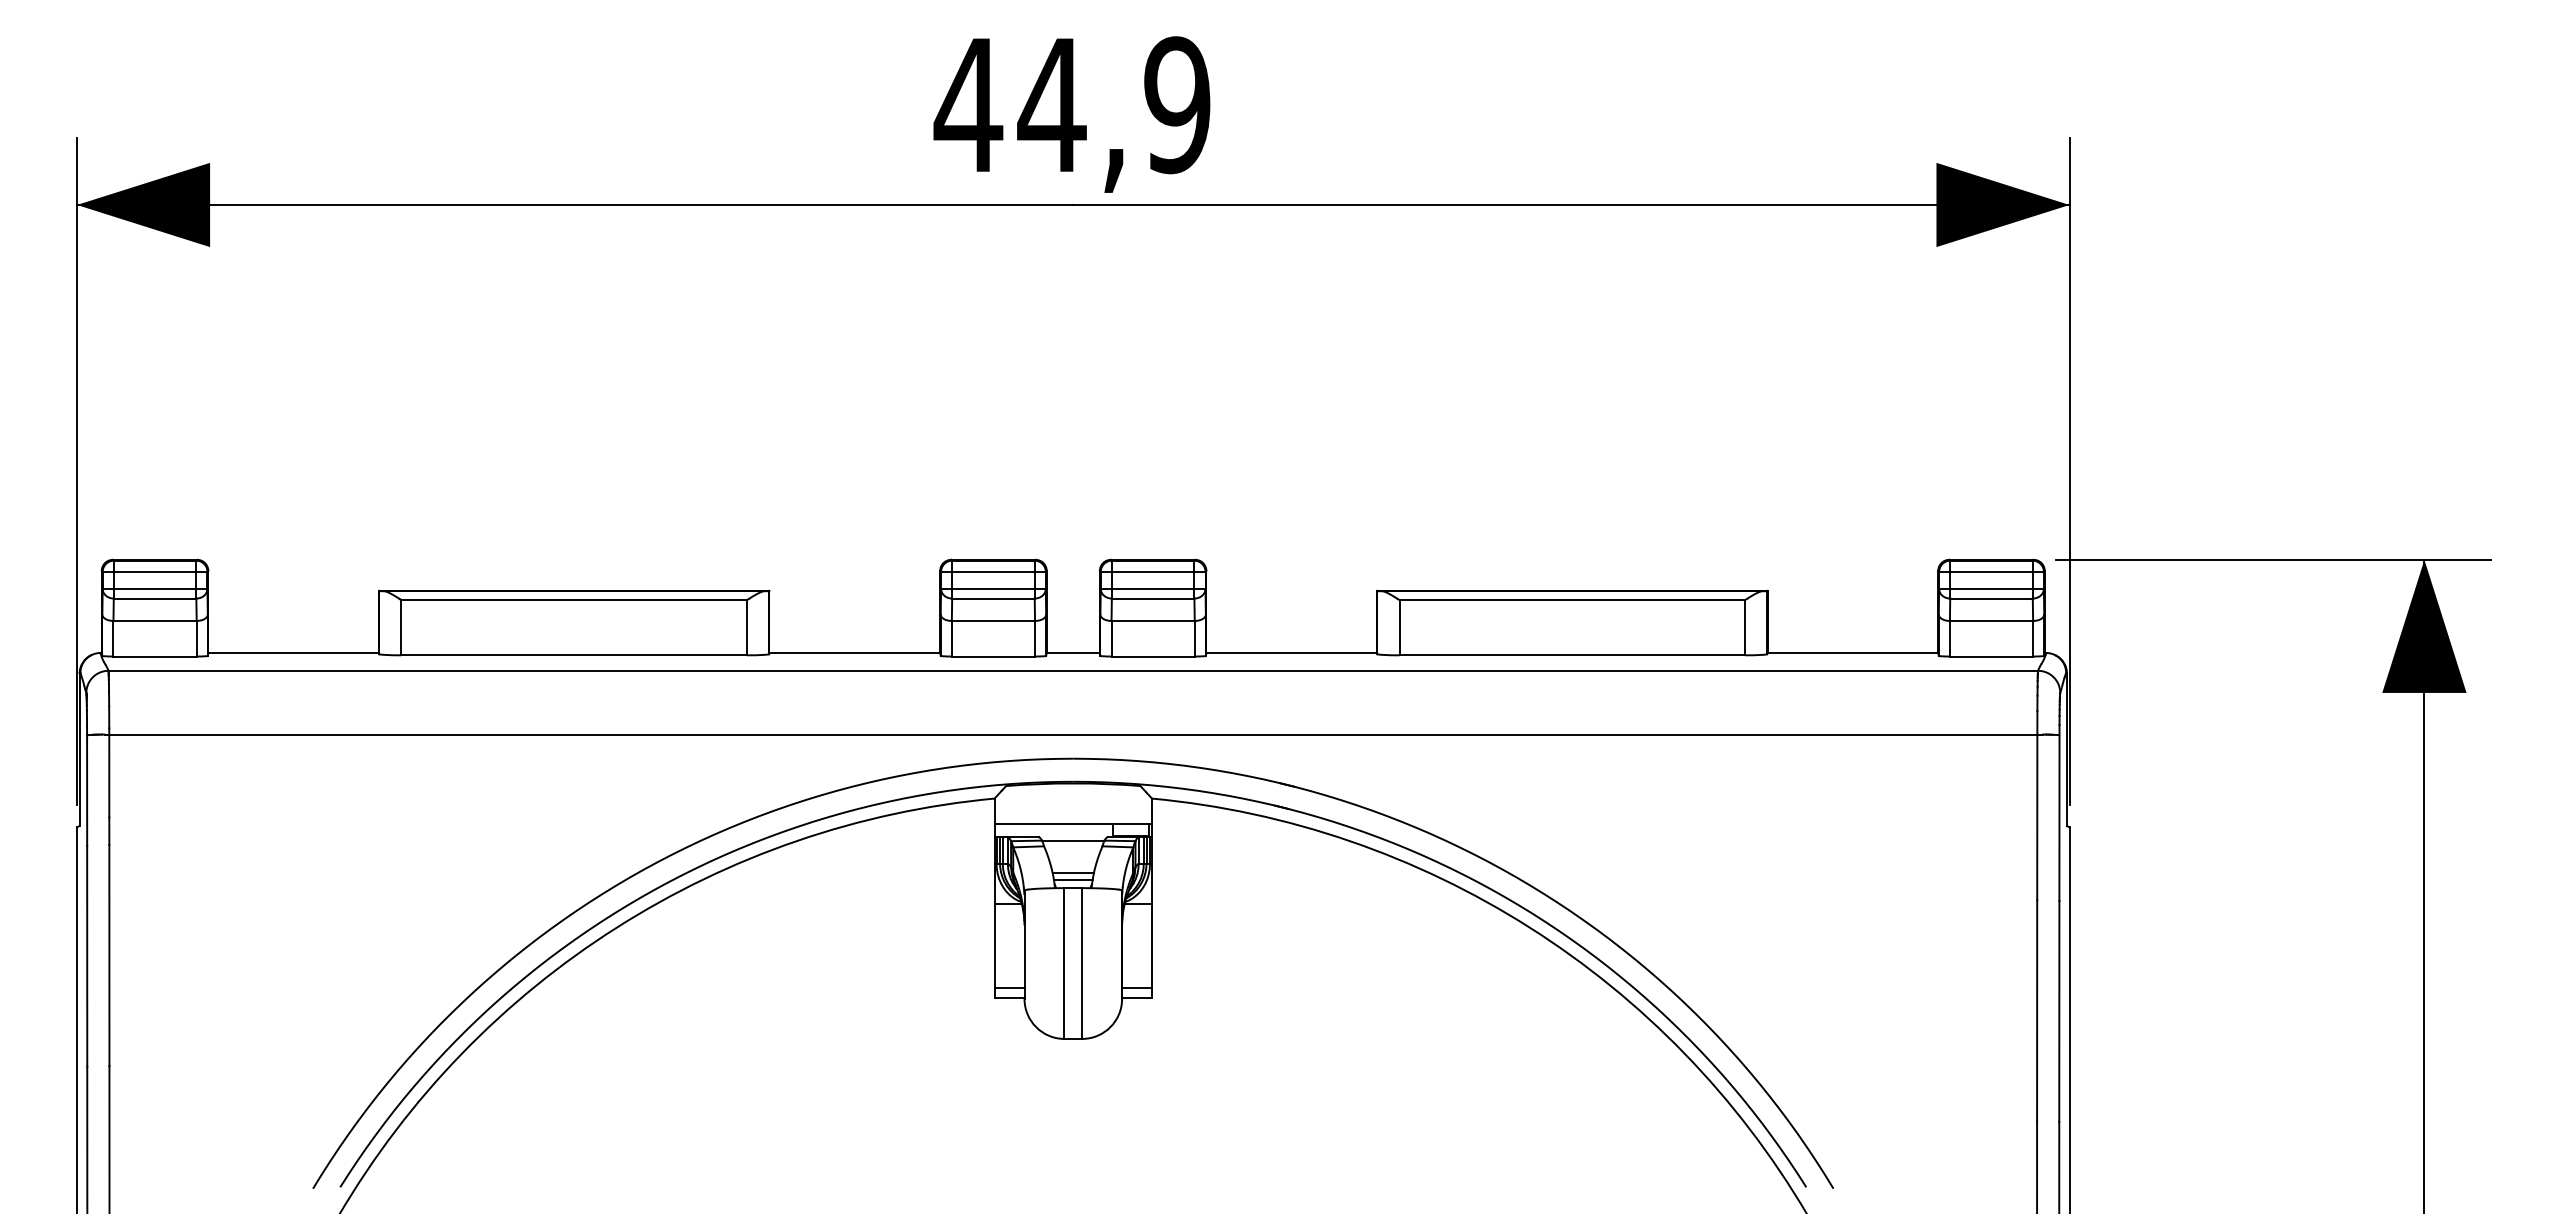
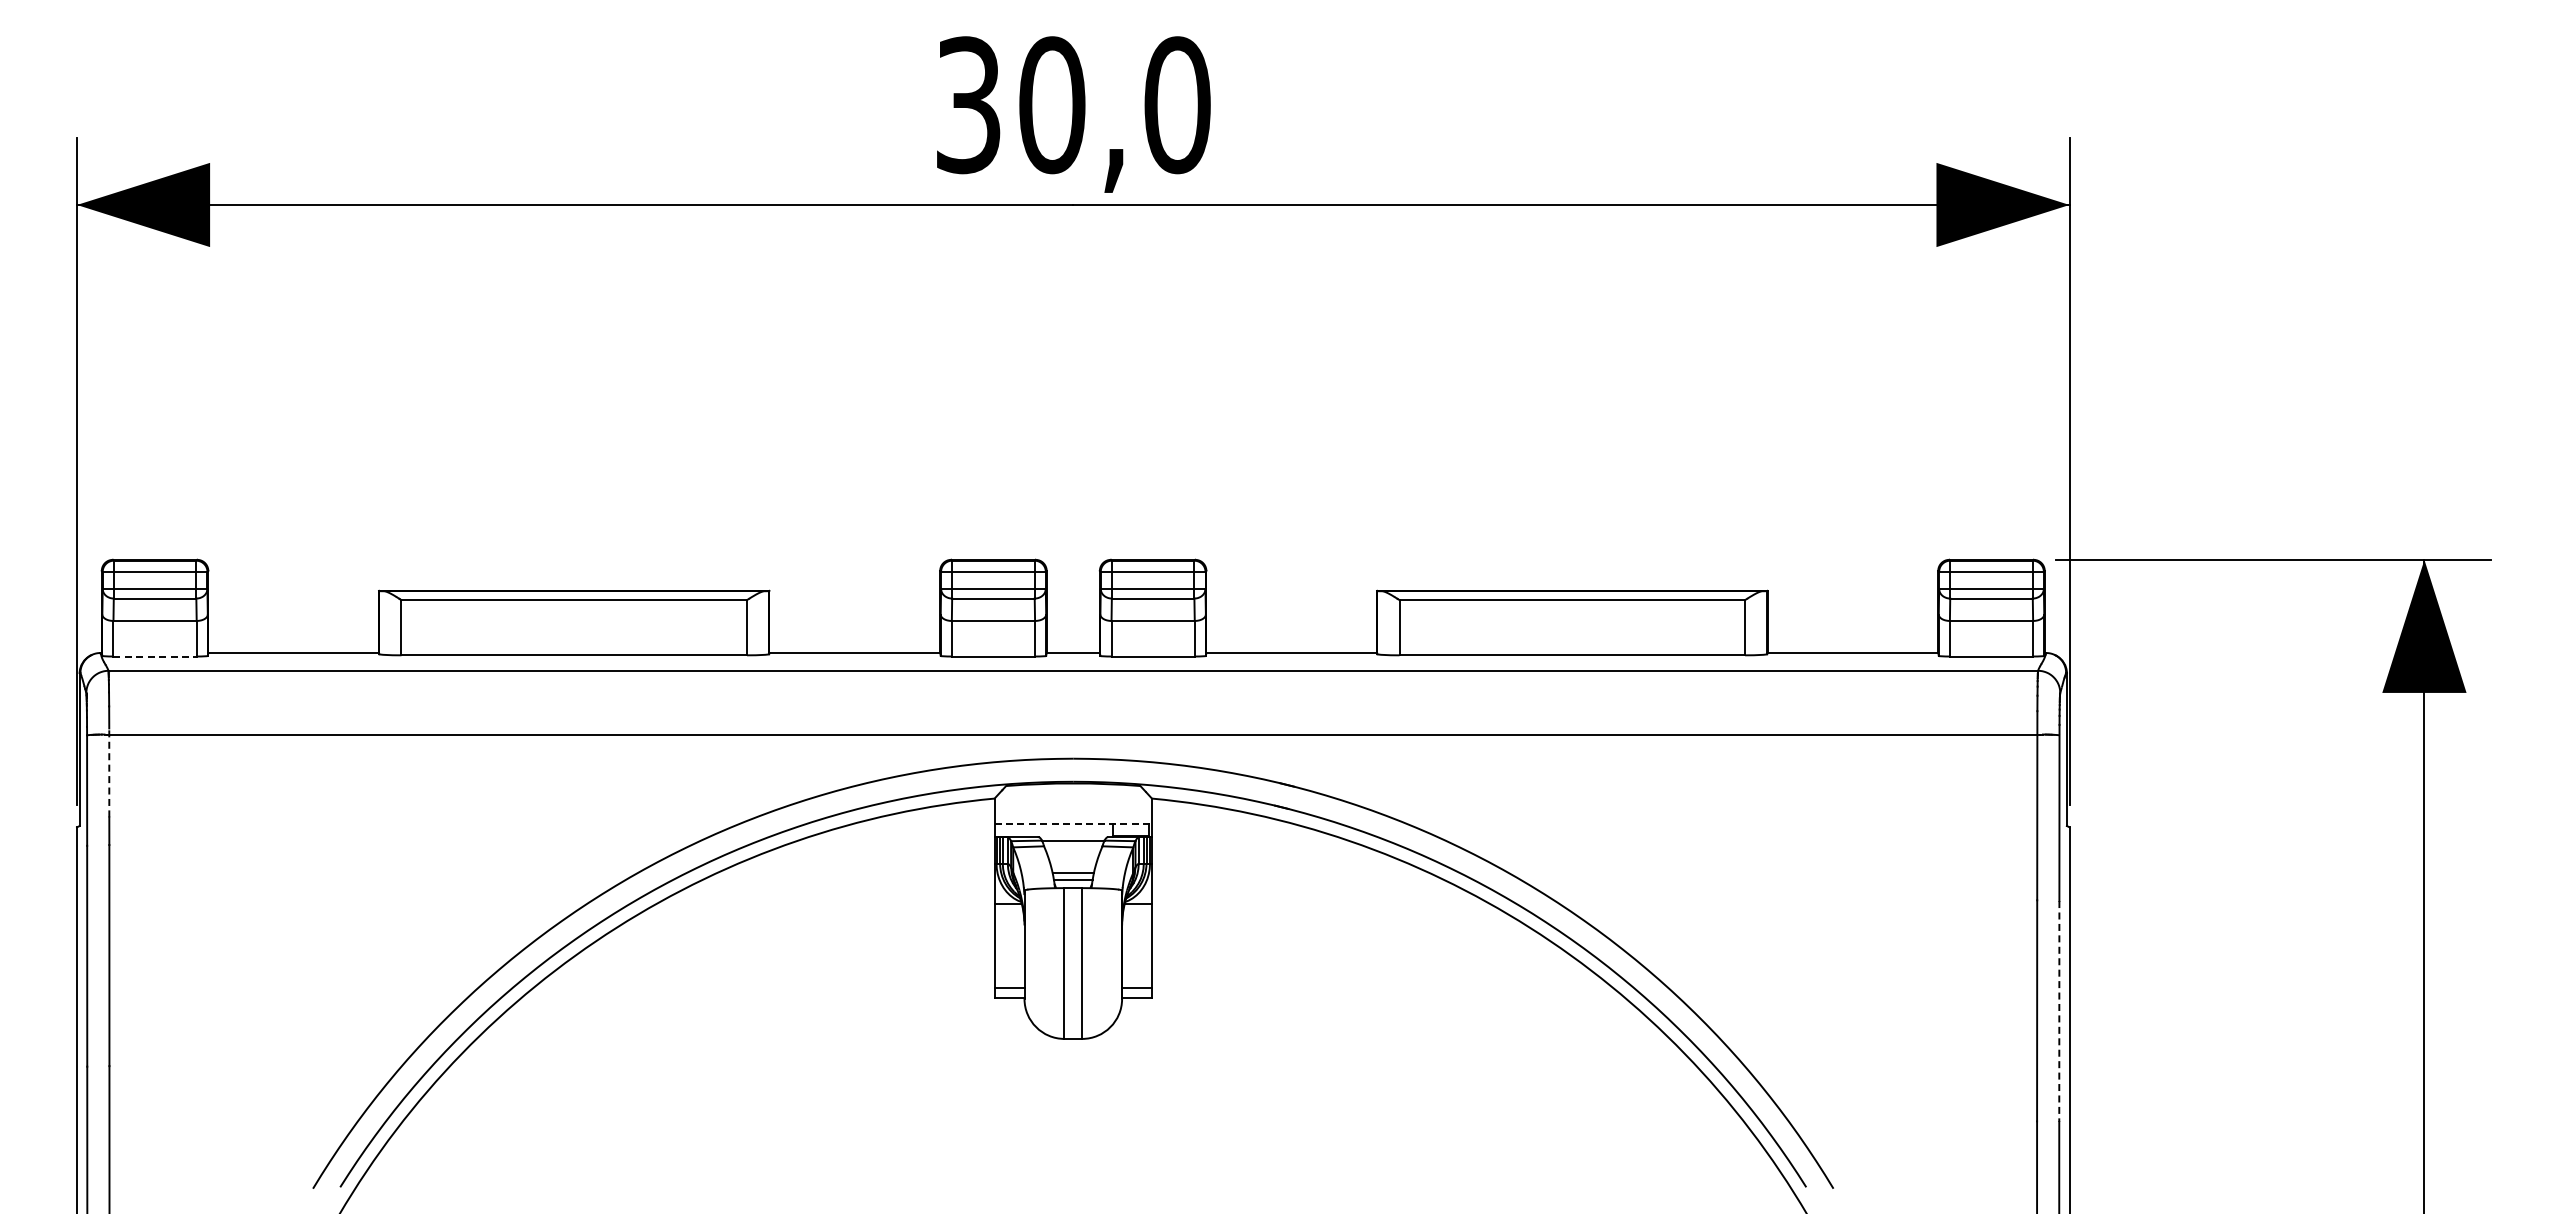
text at (1071, 105): 44,9 -> 30,0
line at (155, 656): solid -> dashed
line at (109, 772): solid -> dashed
line at (1073, 823): solid -> dashed
line at (2059, 1011): solid -> dashed
